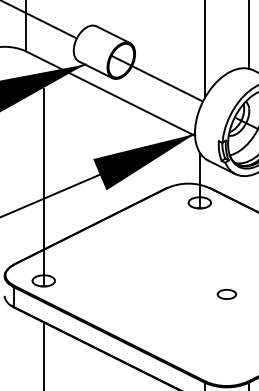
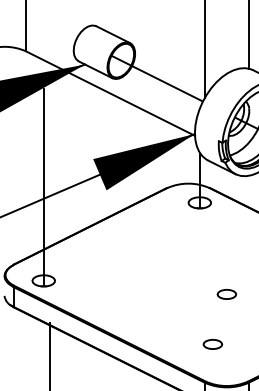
line at (39, 20): present -> none
part at (212, 343): none -> present
line at (43, 354) position: (43, 354) -> (49, 354)
